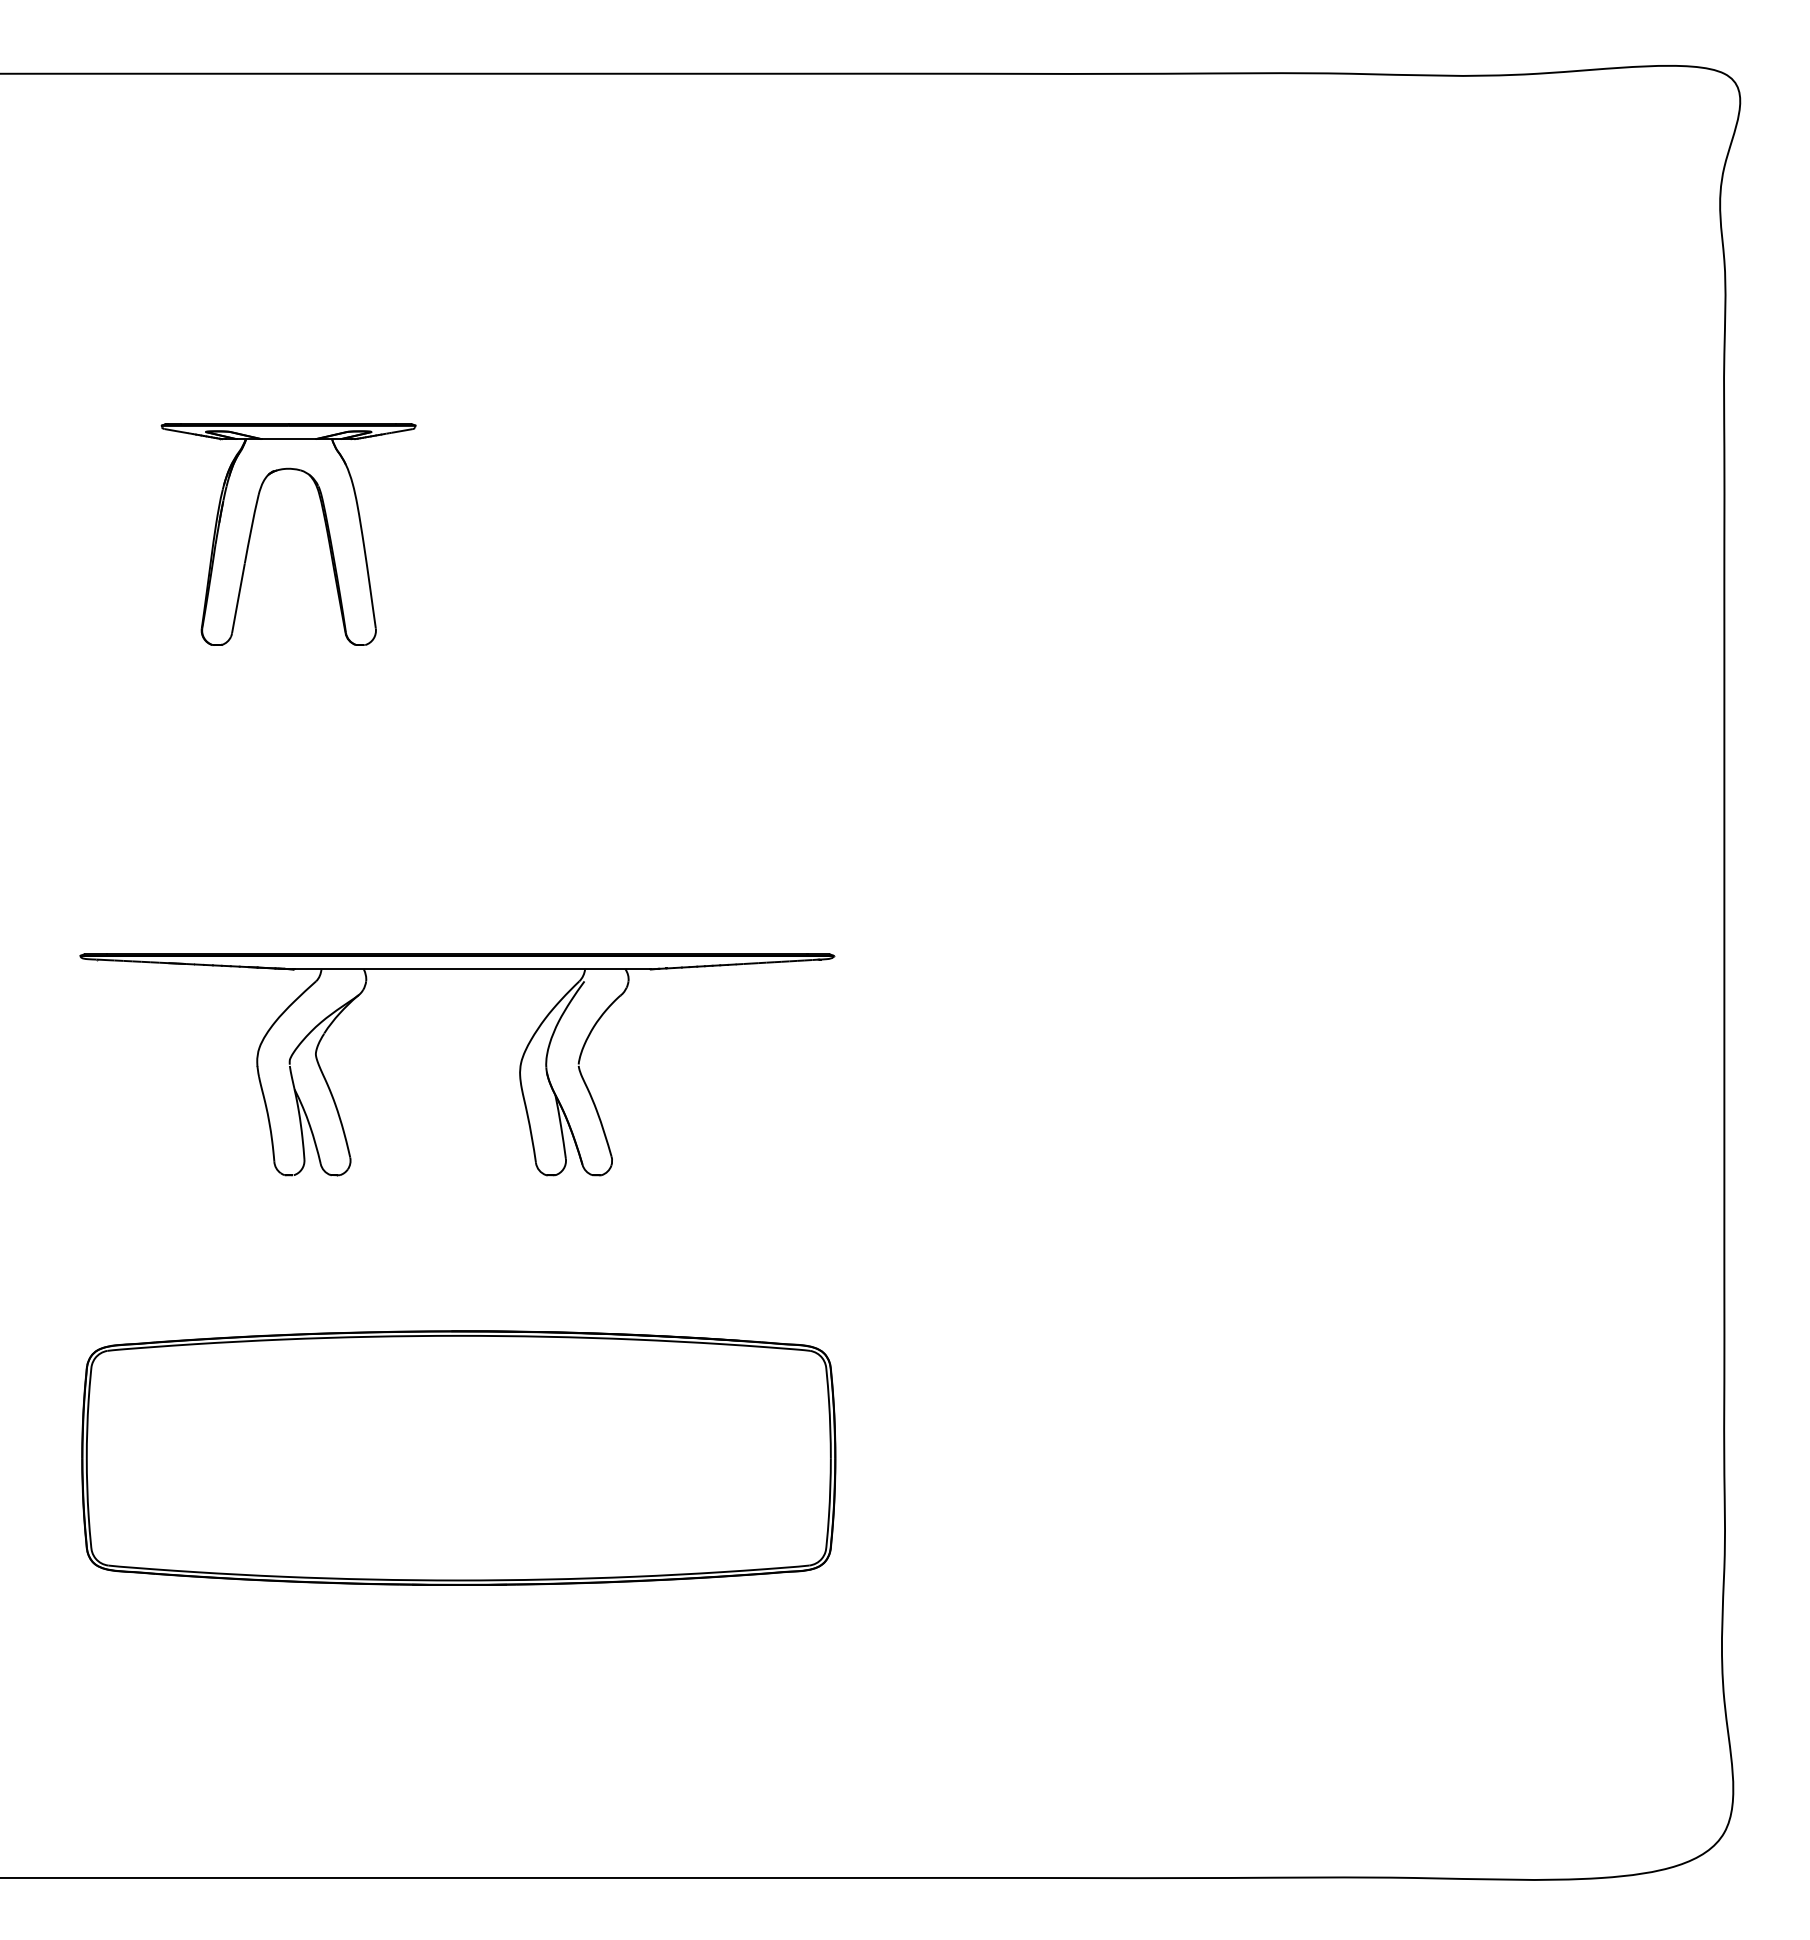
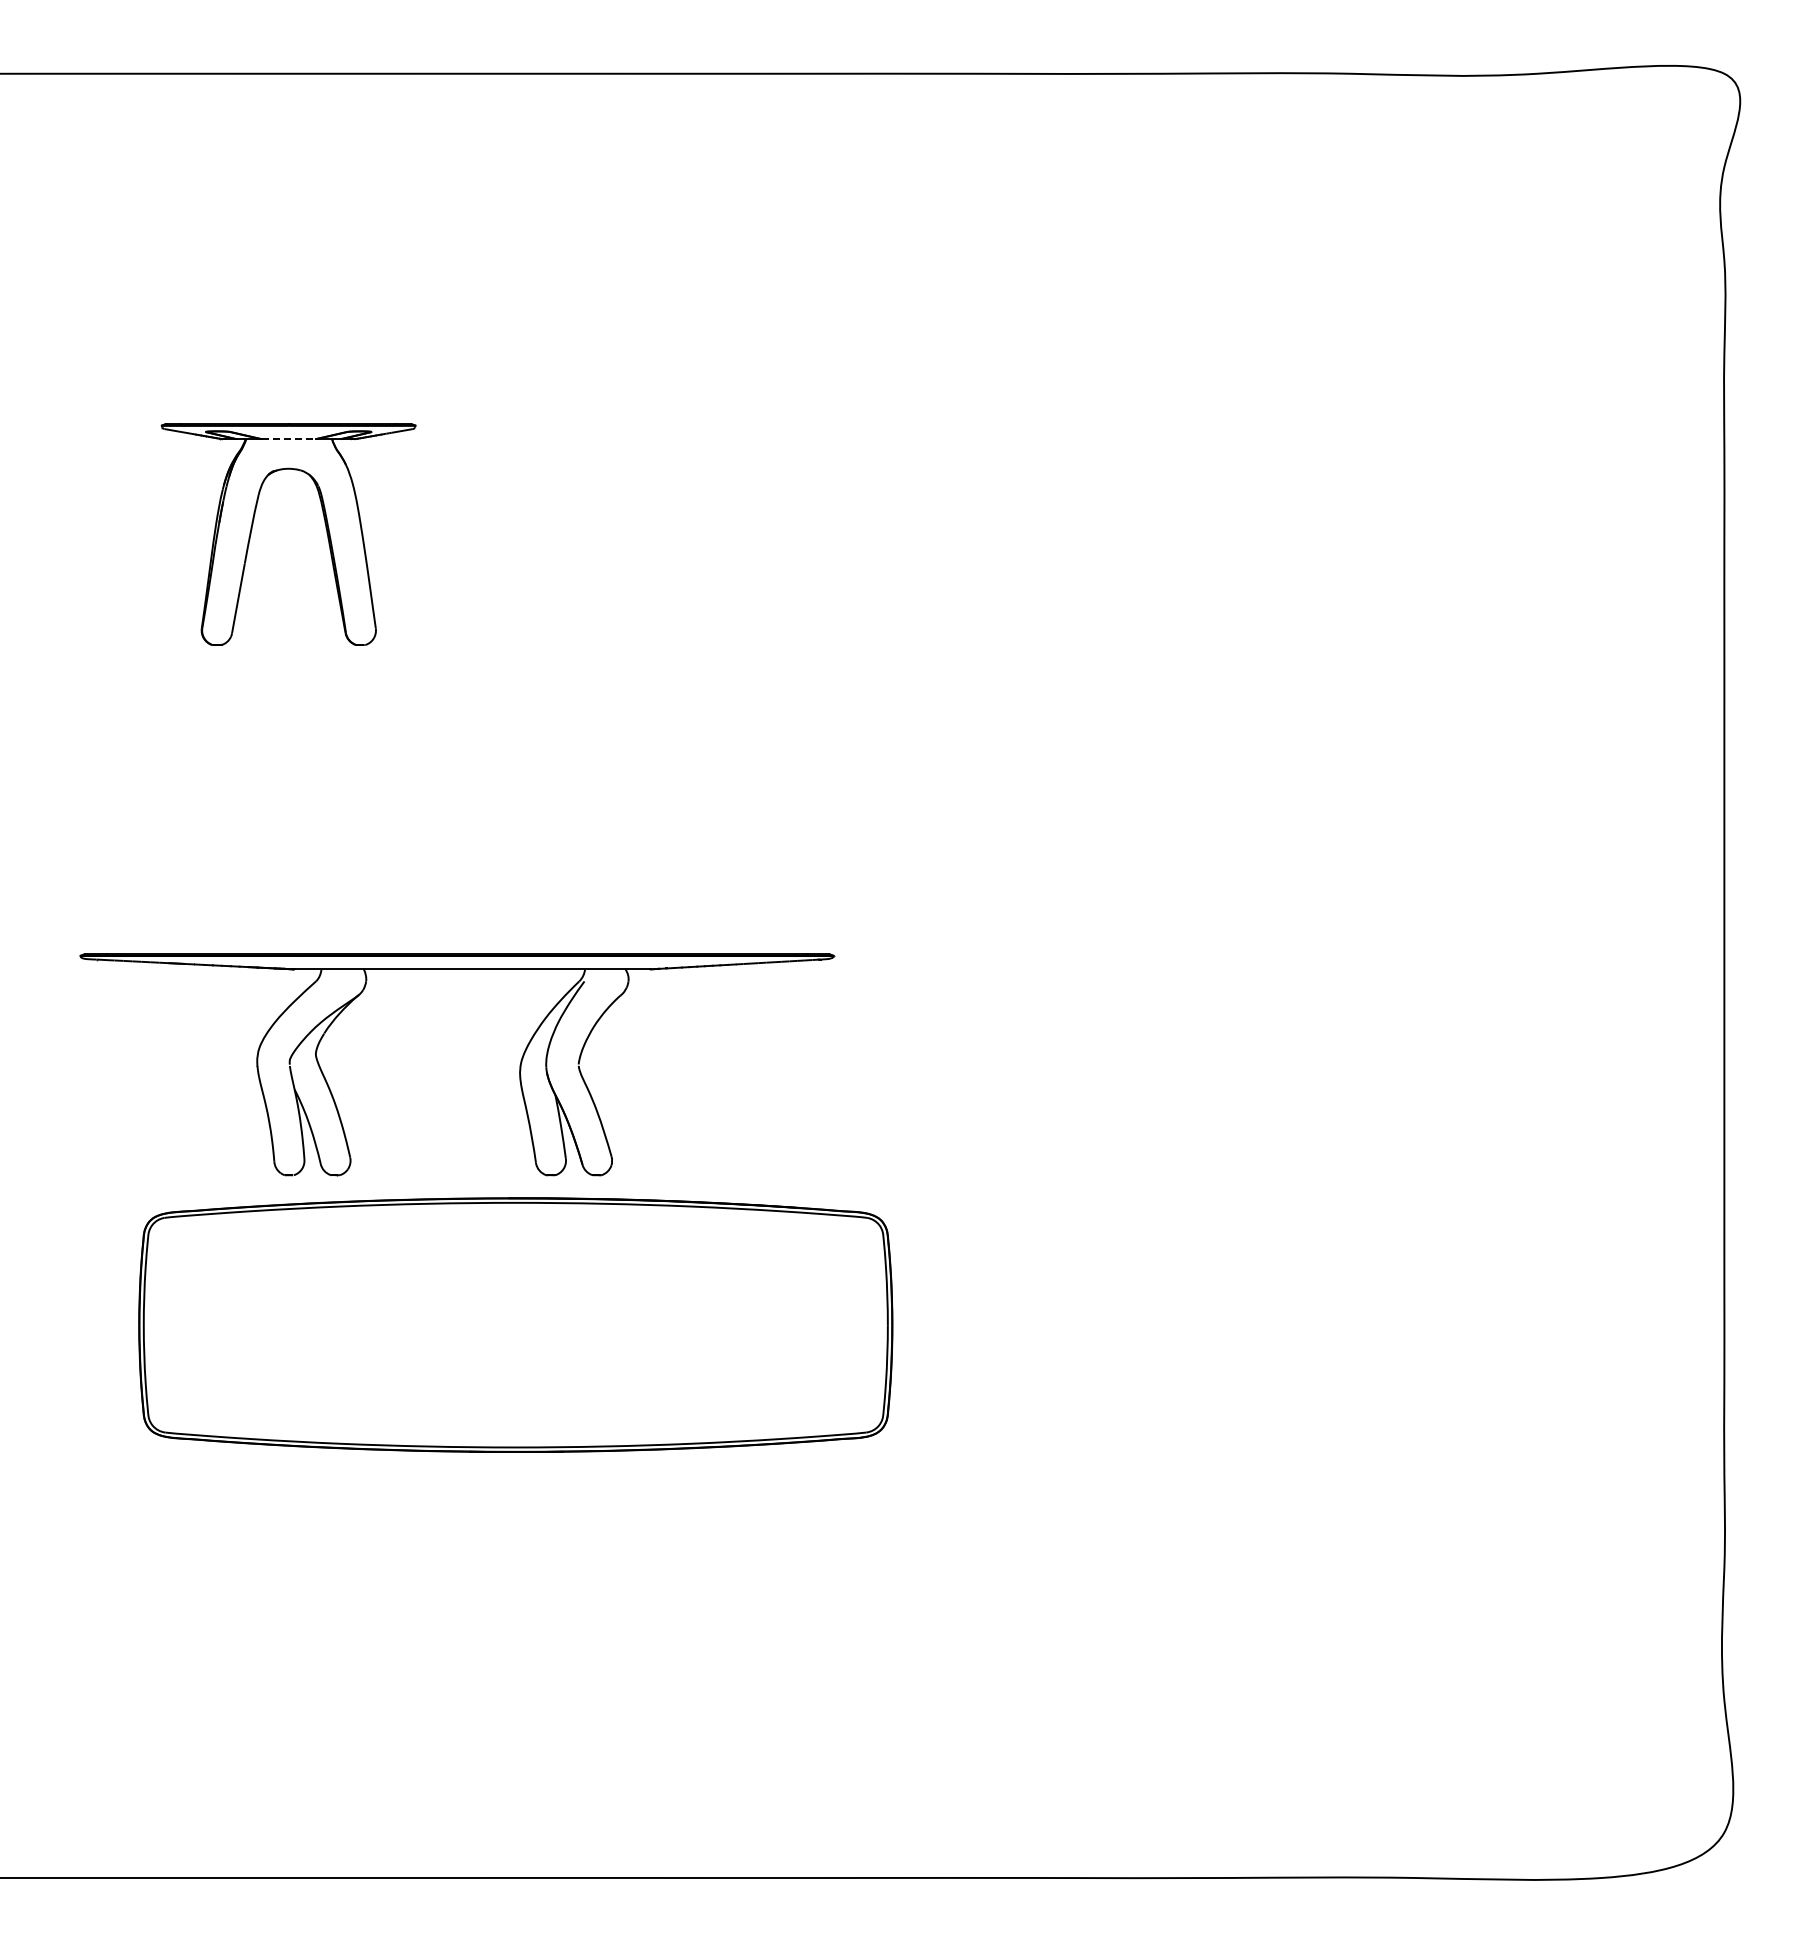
line at (289, 439): solid -> dashed
part at (458, 1457) position: (458, 1457) -> (515, 1324)
